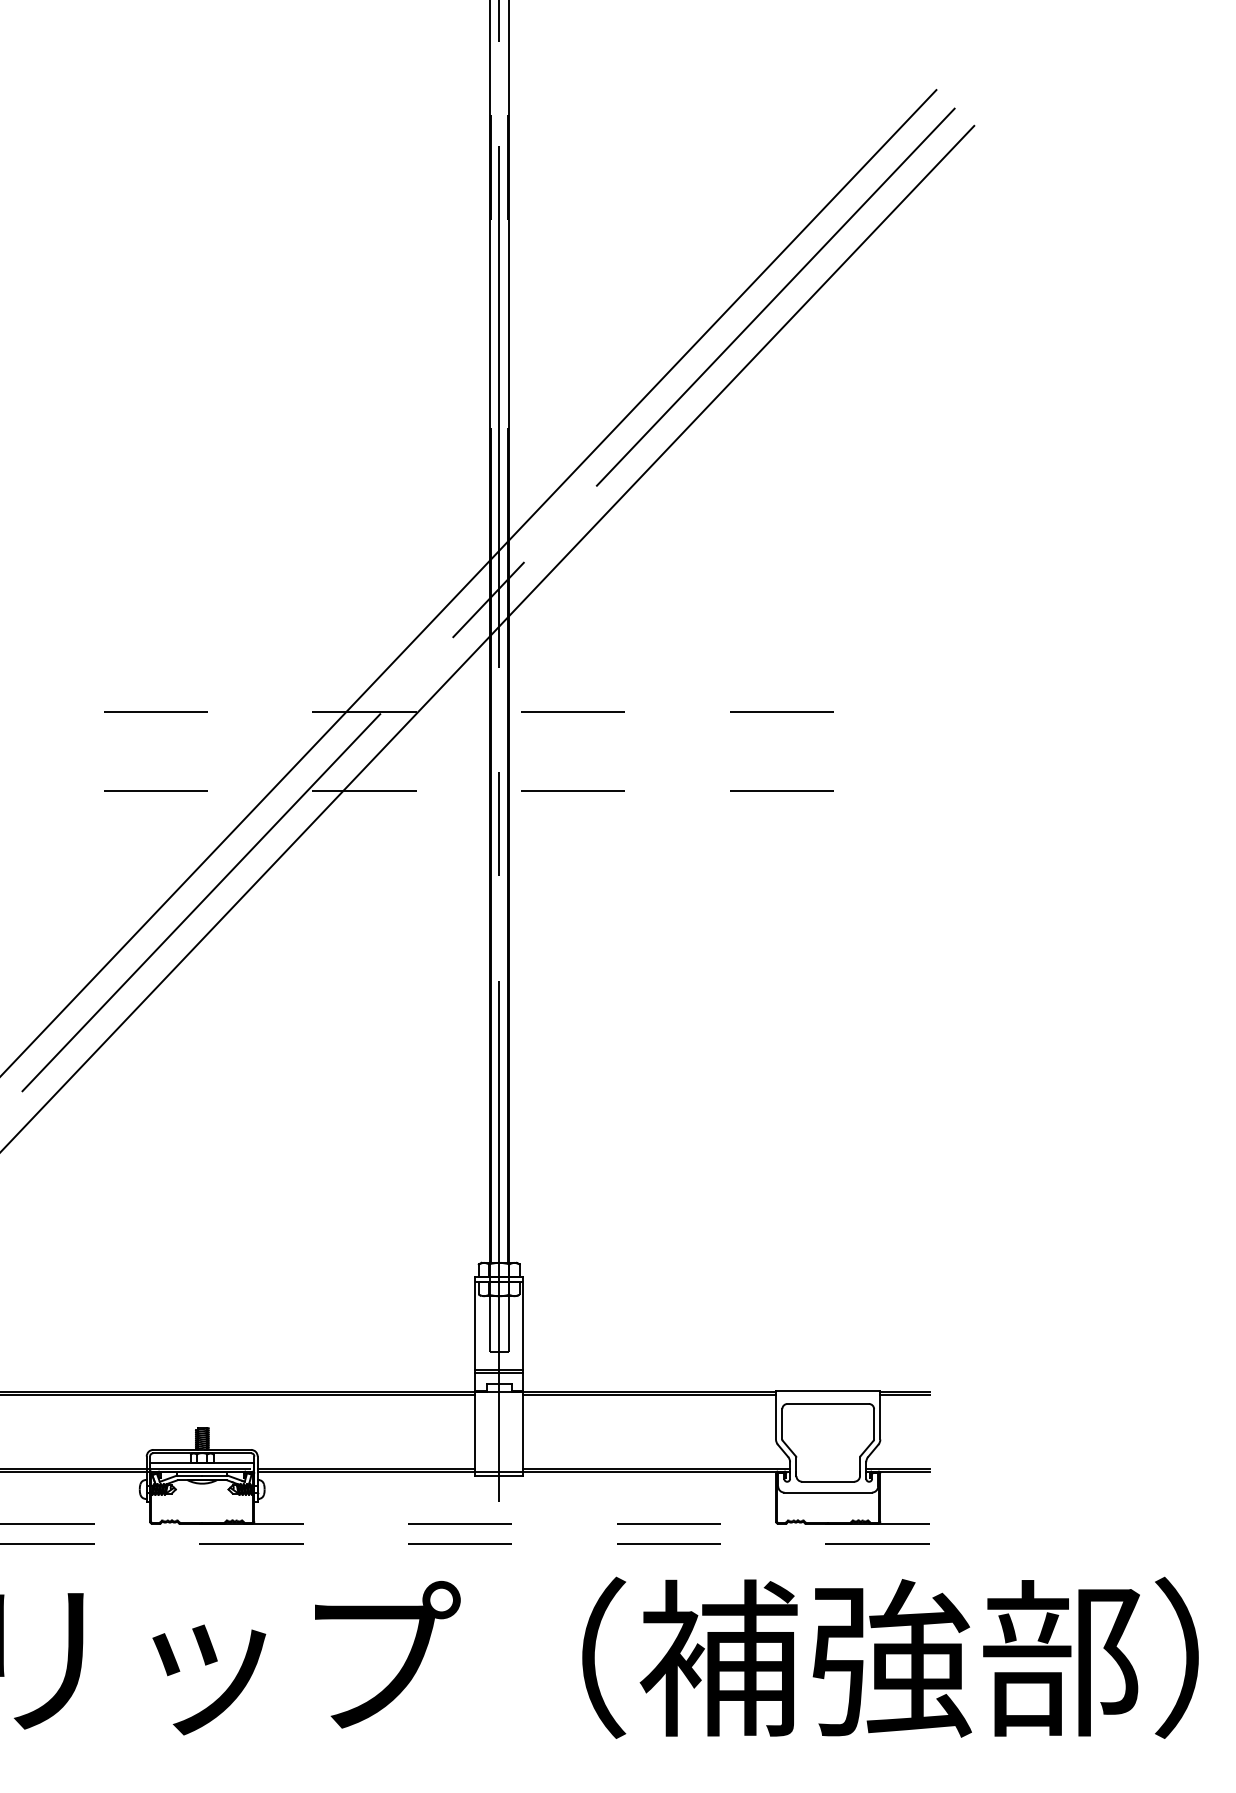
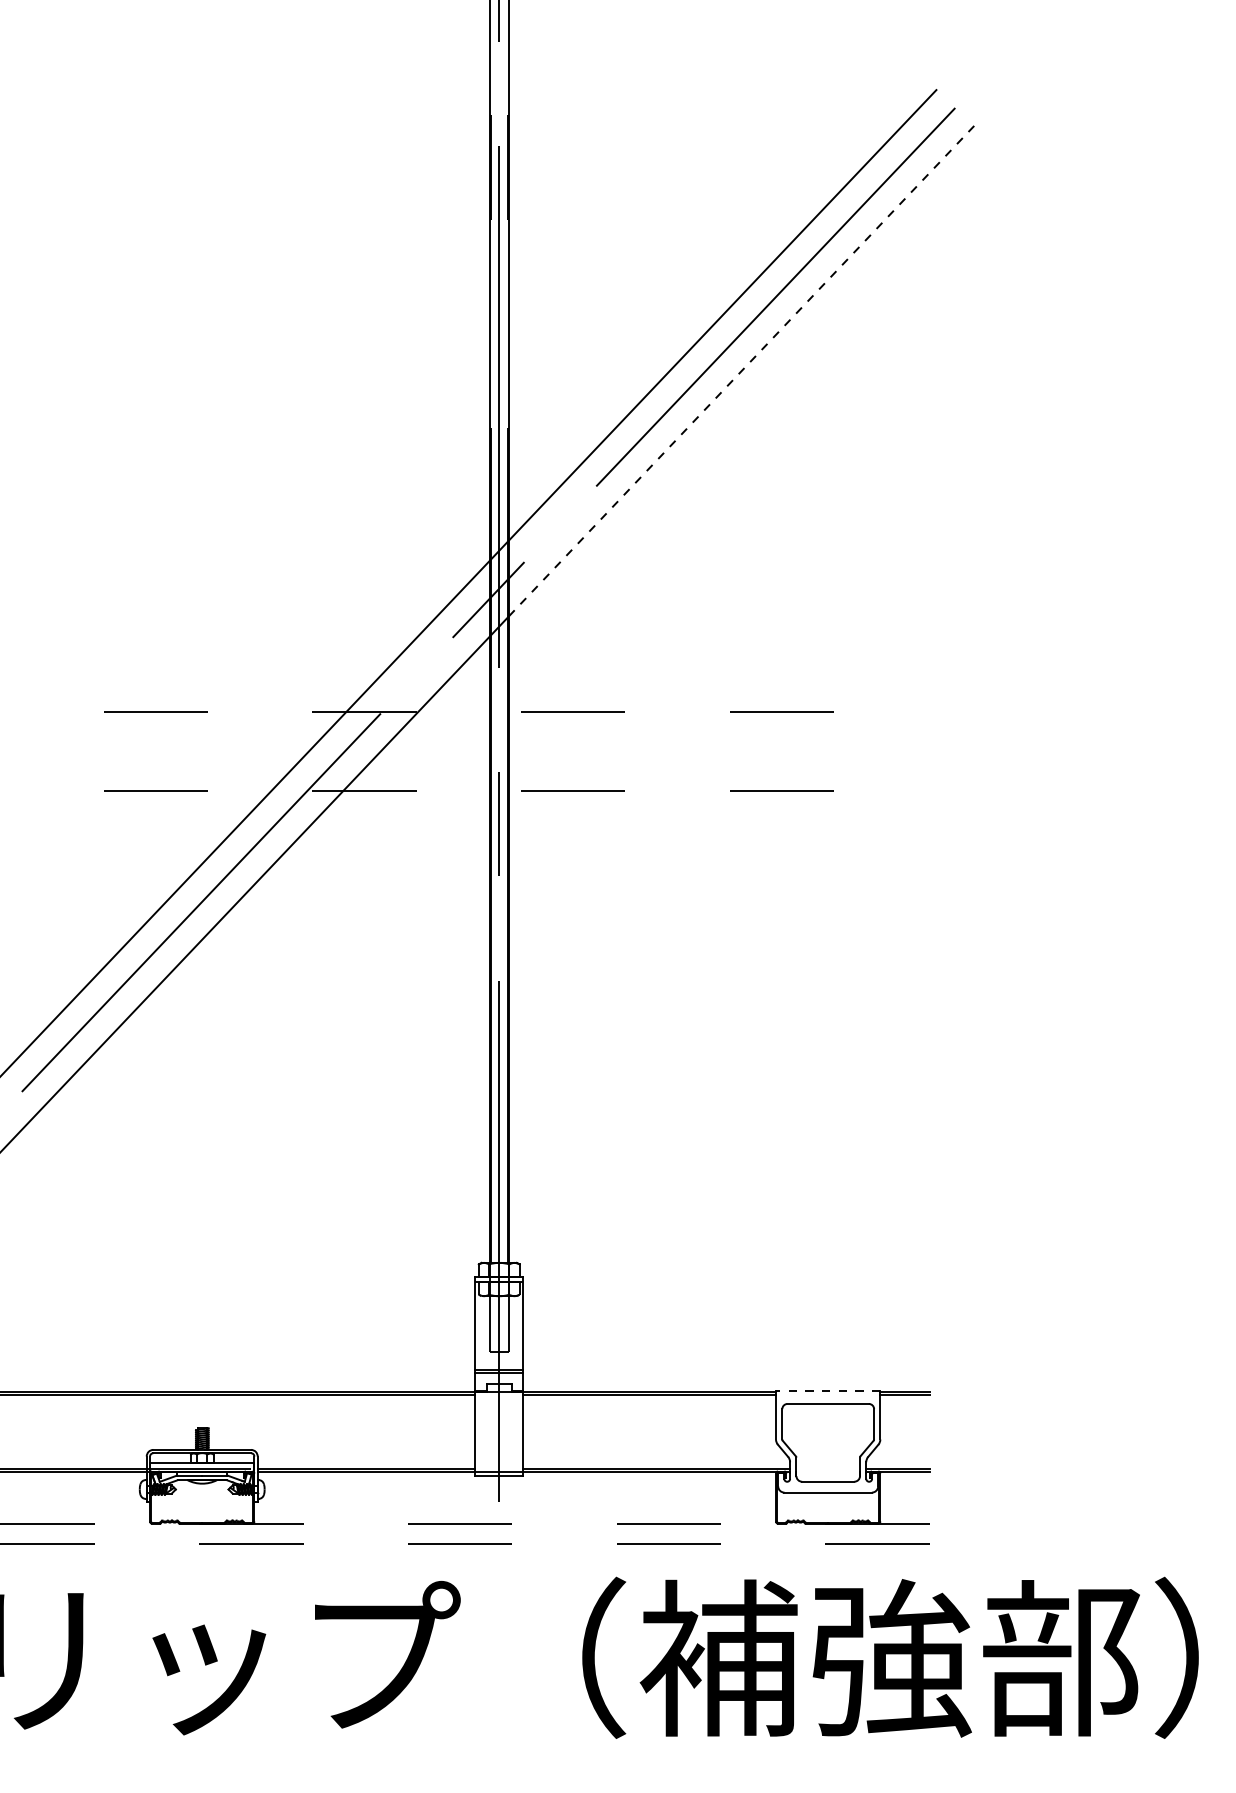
line at (741, 371): solid -> dashed
line at (827, 1391): solid -> dashed
